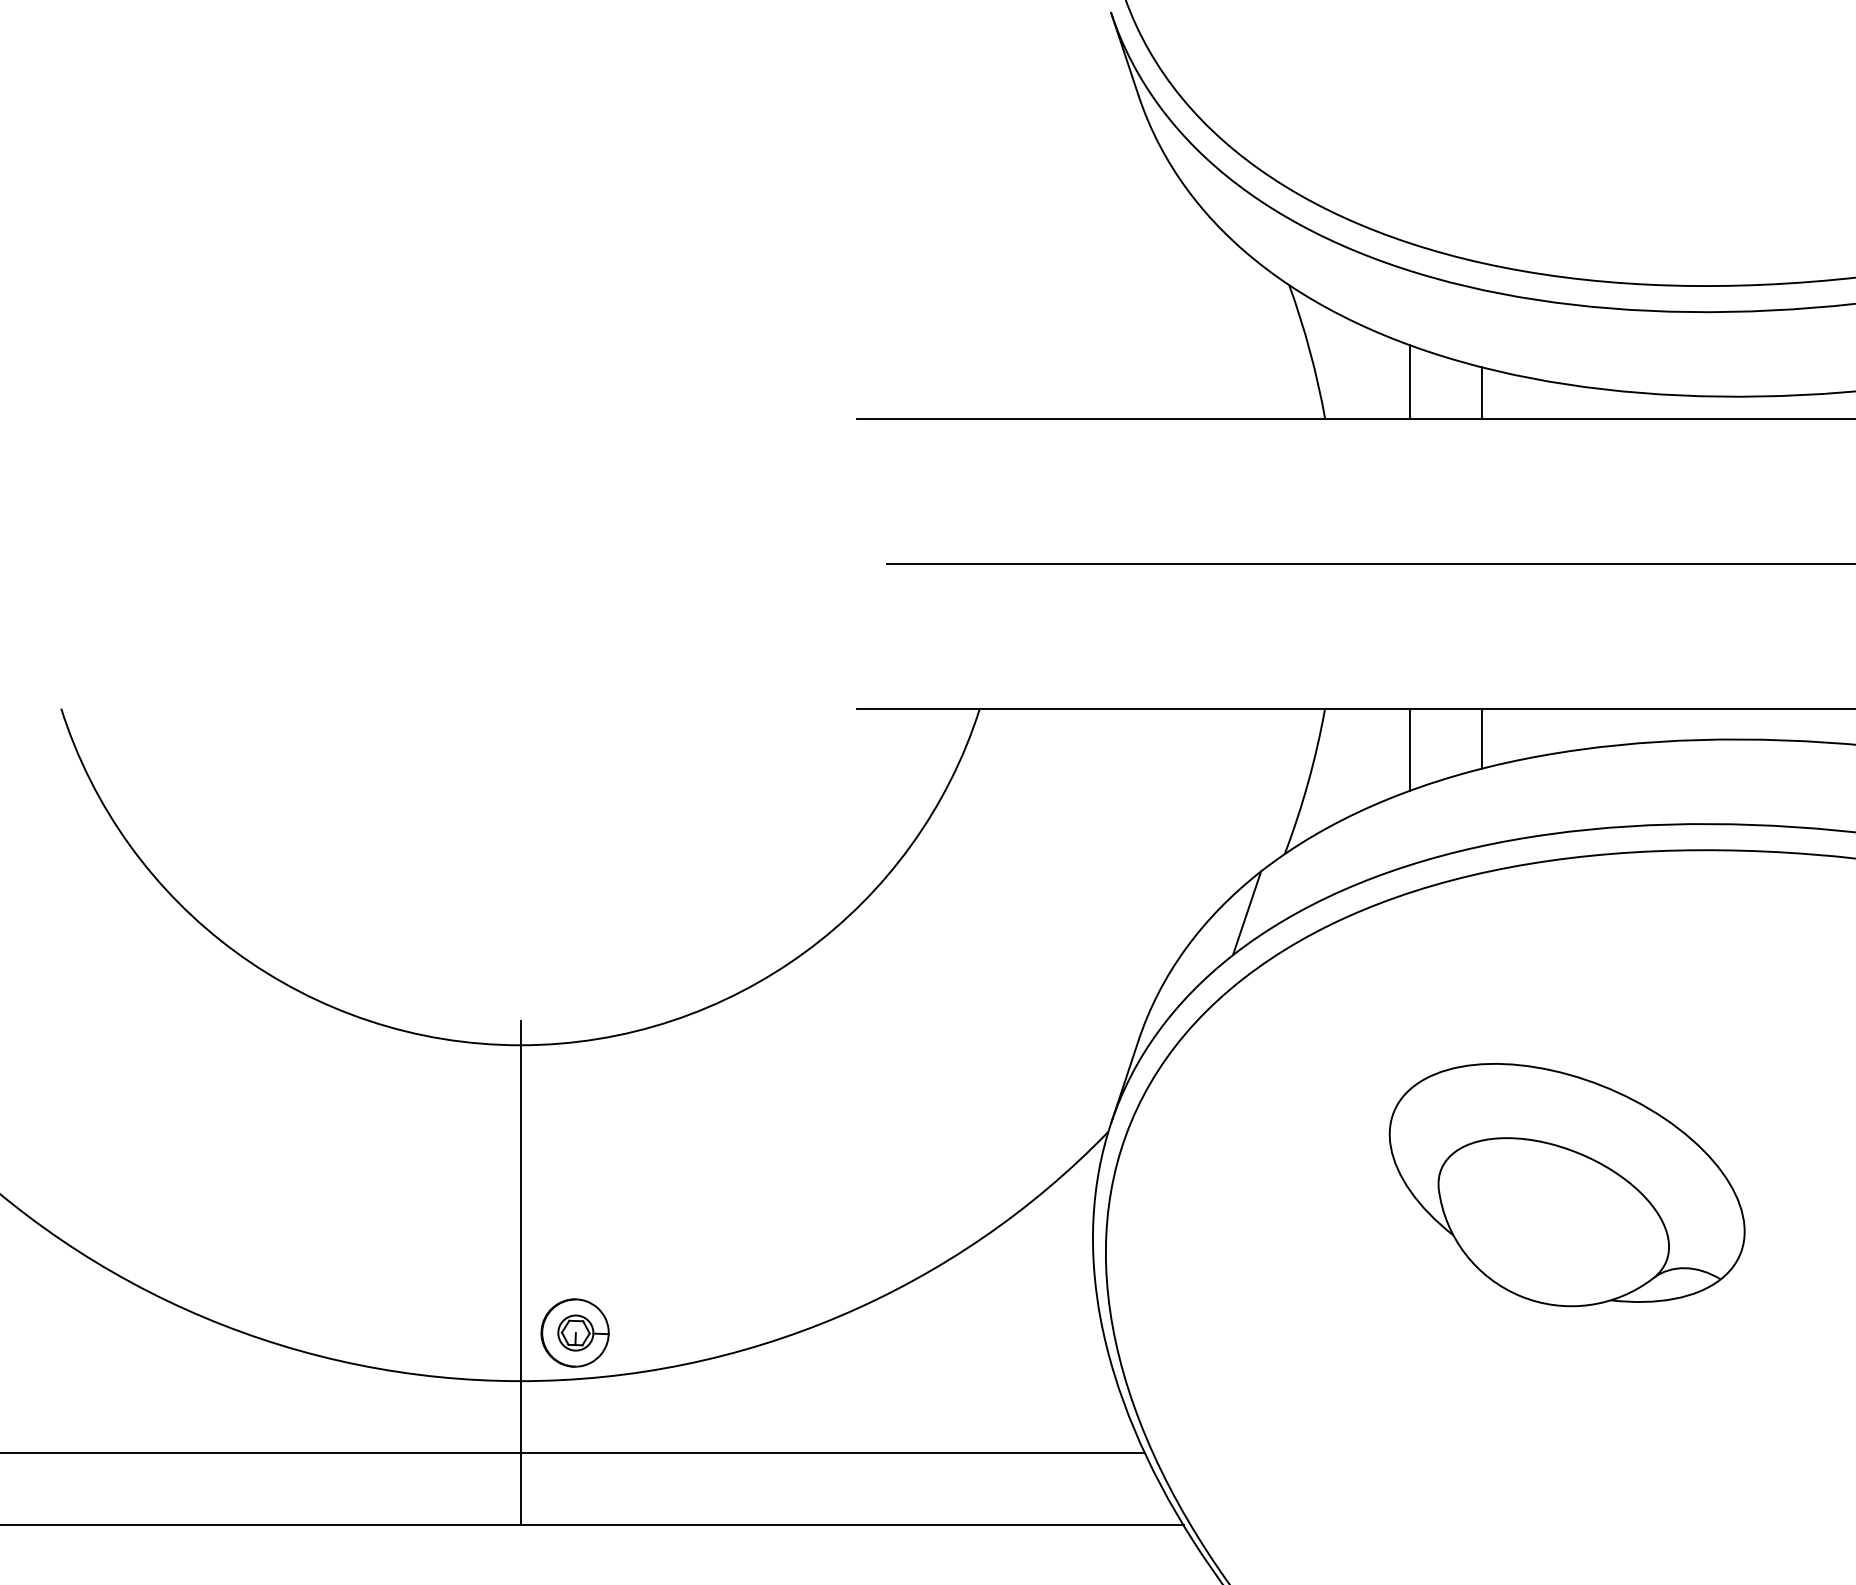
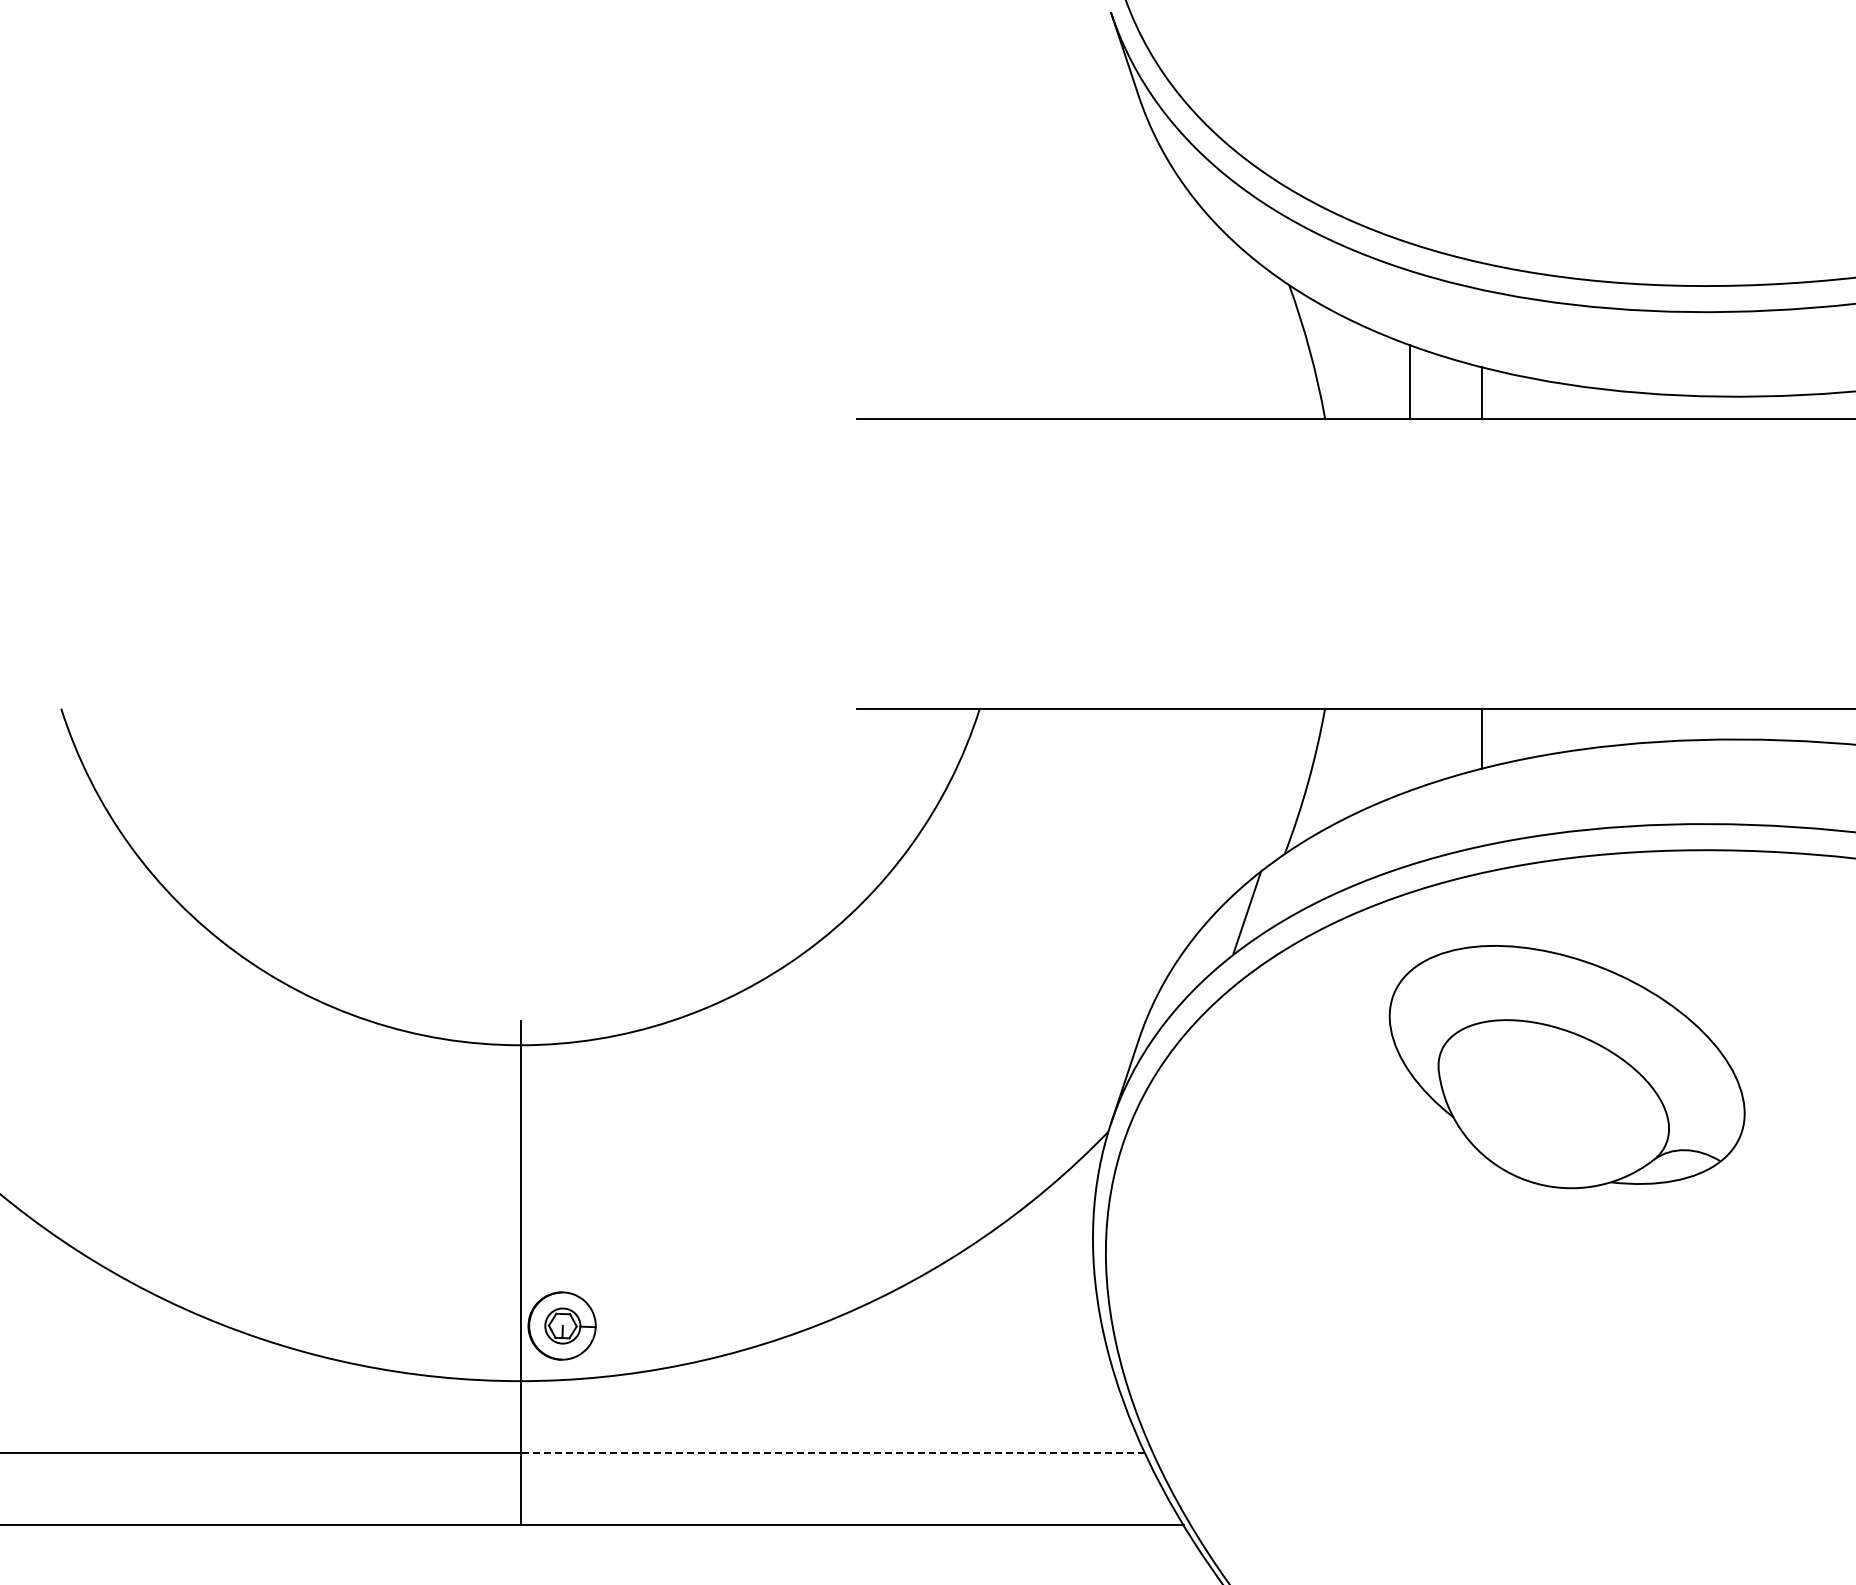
line at (1369, 563): present -> none
line at (1410, 749): present -> none
part at (1566, 1185) position: (1566, 1185) -> (1566, 1067)
part at (574, 1332) position: (574, 1332) -> (561, 1325)
line at (832, 1453): solid -> dashed
